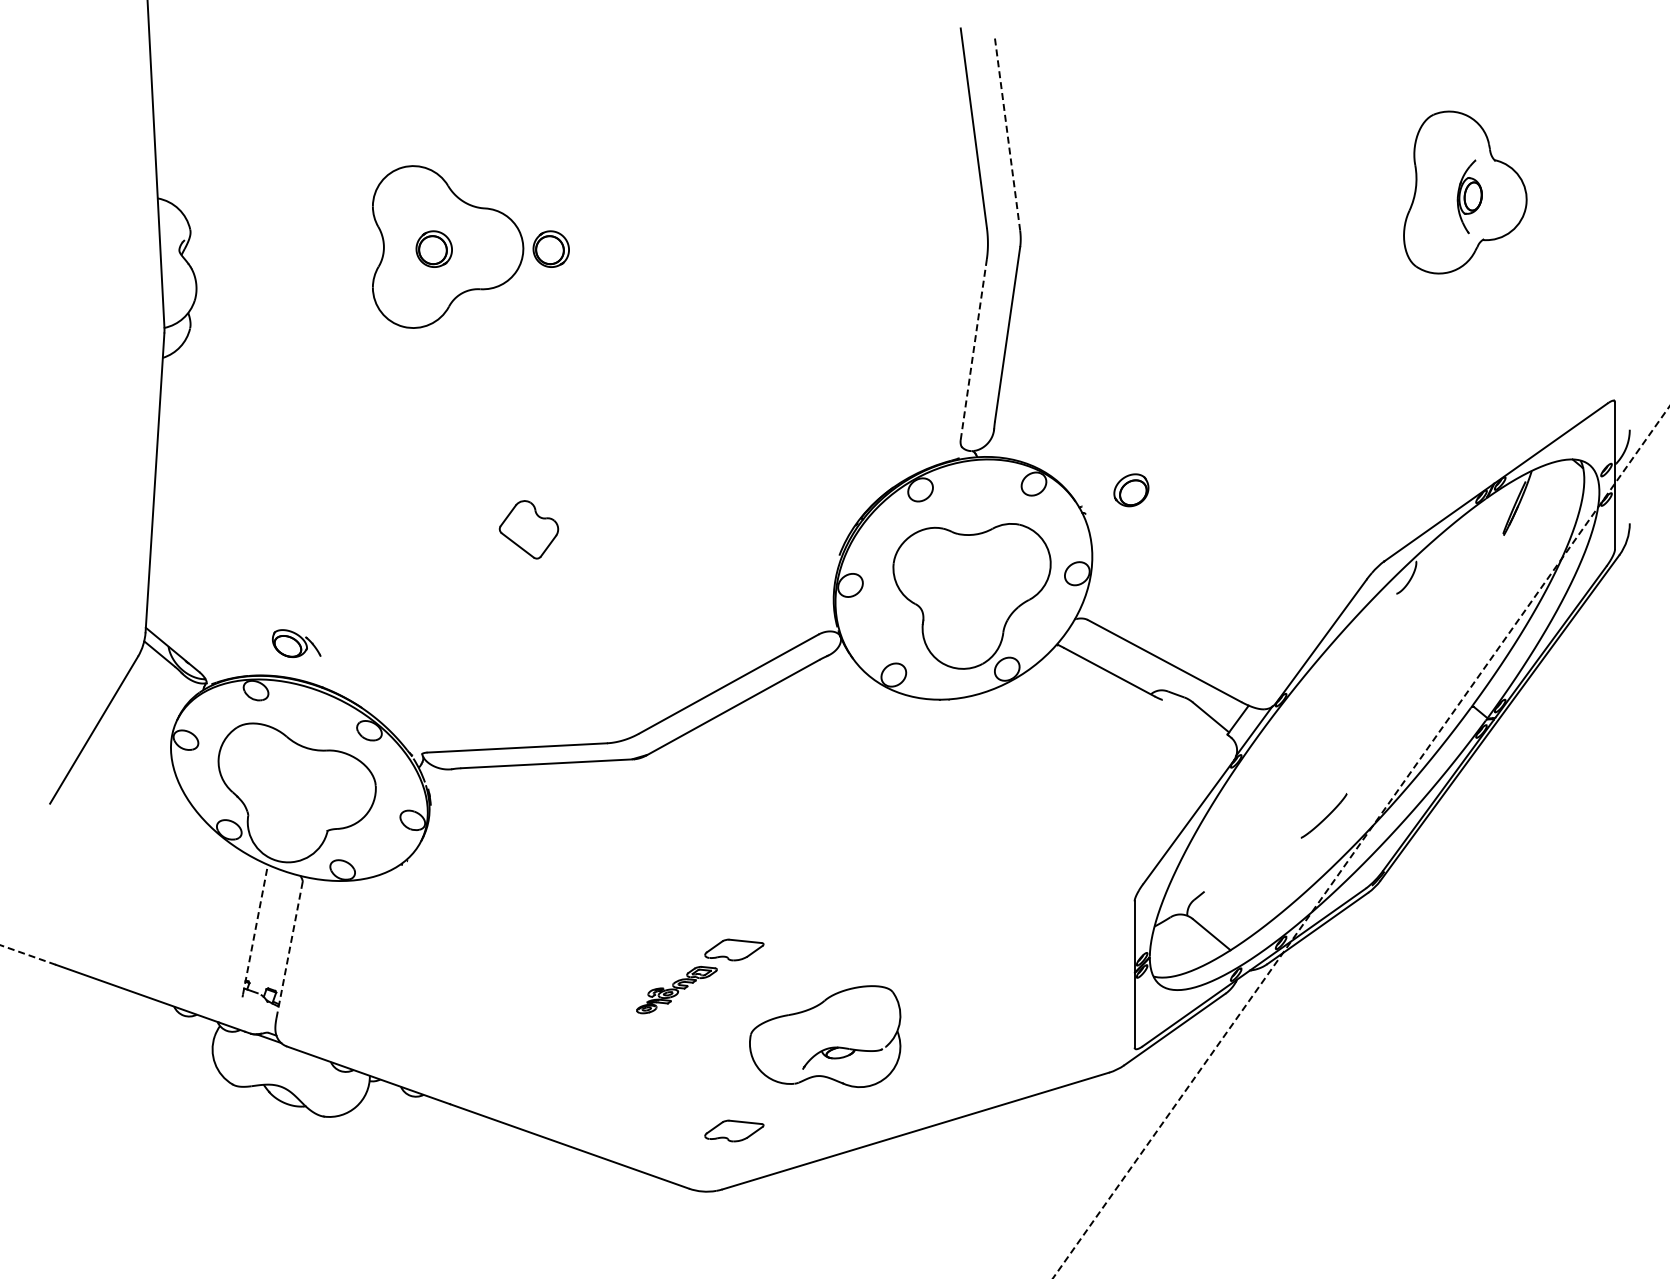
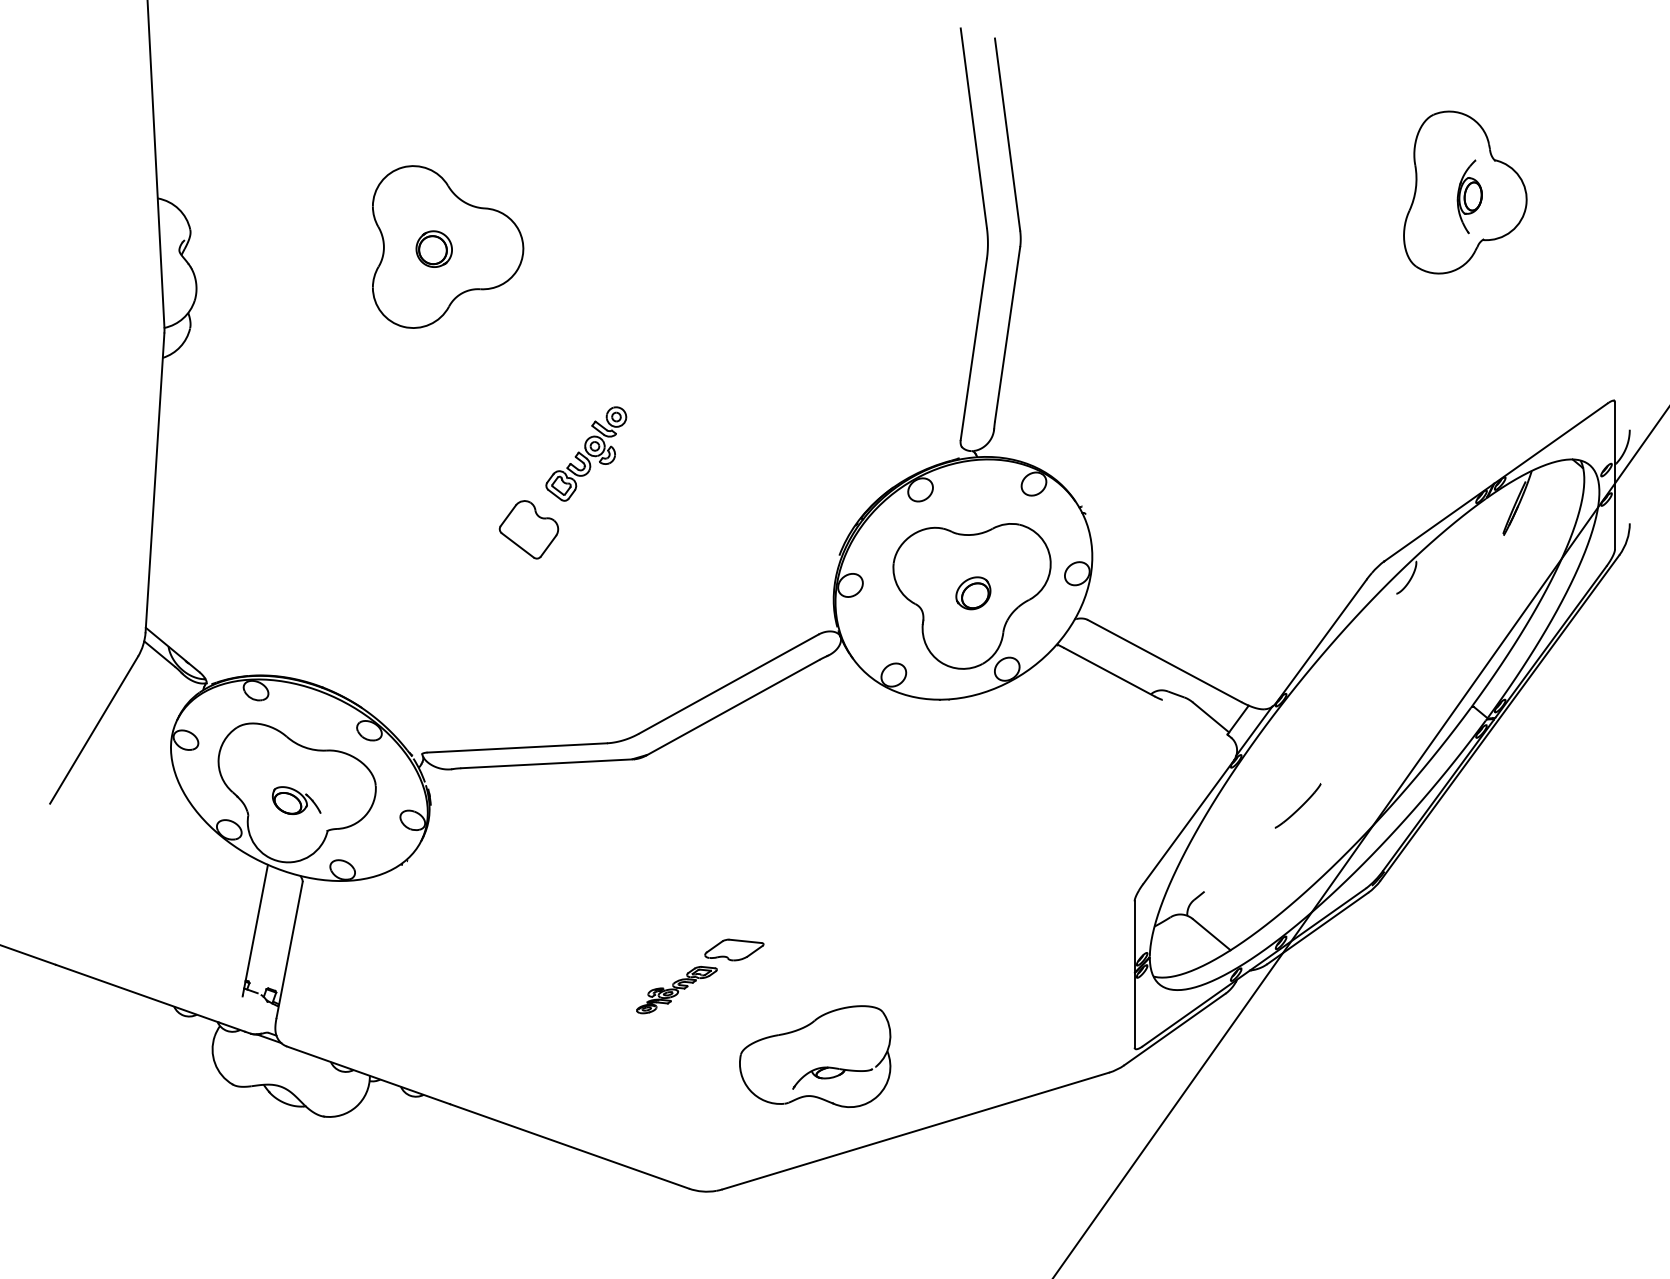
line at (1007, 134): dashed -> solid
part at (550, 248): present -> none
line at (973, 349): dashed -> solid
part at (586, 453): none -> present
part at (1131, 490) position: (1131, 490) -> (973, 593)
part at (296, 643) position: (296, 643) -> (296, 800)
part at (1323, 815) position: (1323, 815) -> (1297, 805)
line at (1361, 842): dashed -> solid
line at (255, 929): dashed -> solid
line at (289, 950): dashed -> solid
line at (27, 954): dashed -> solid
part at (825, 1036) position: (825, 1036) -> (815, 1056)
part at (734, 1130): present -> none
